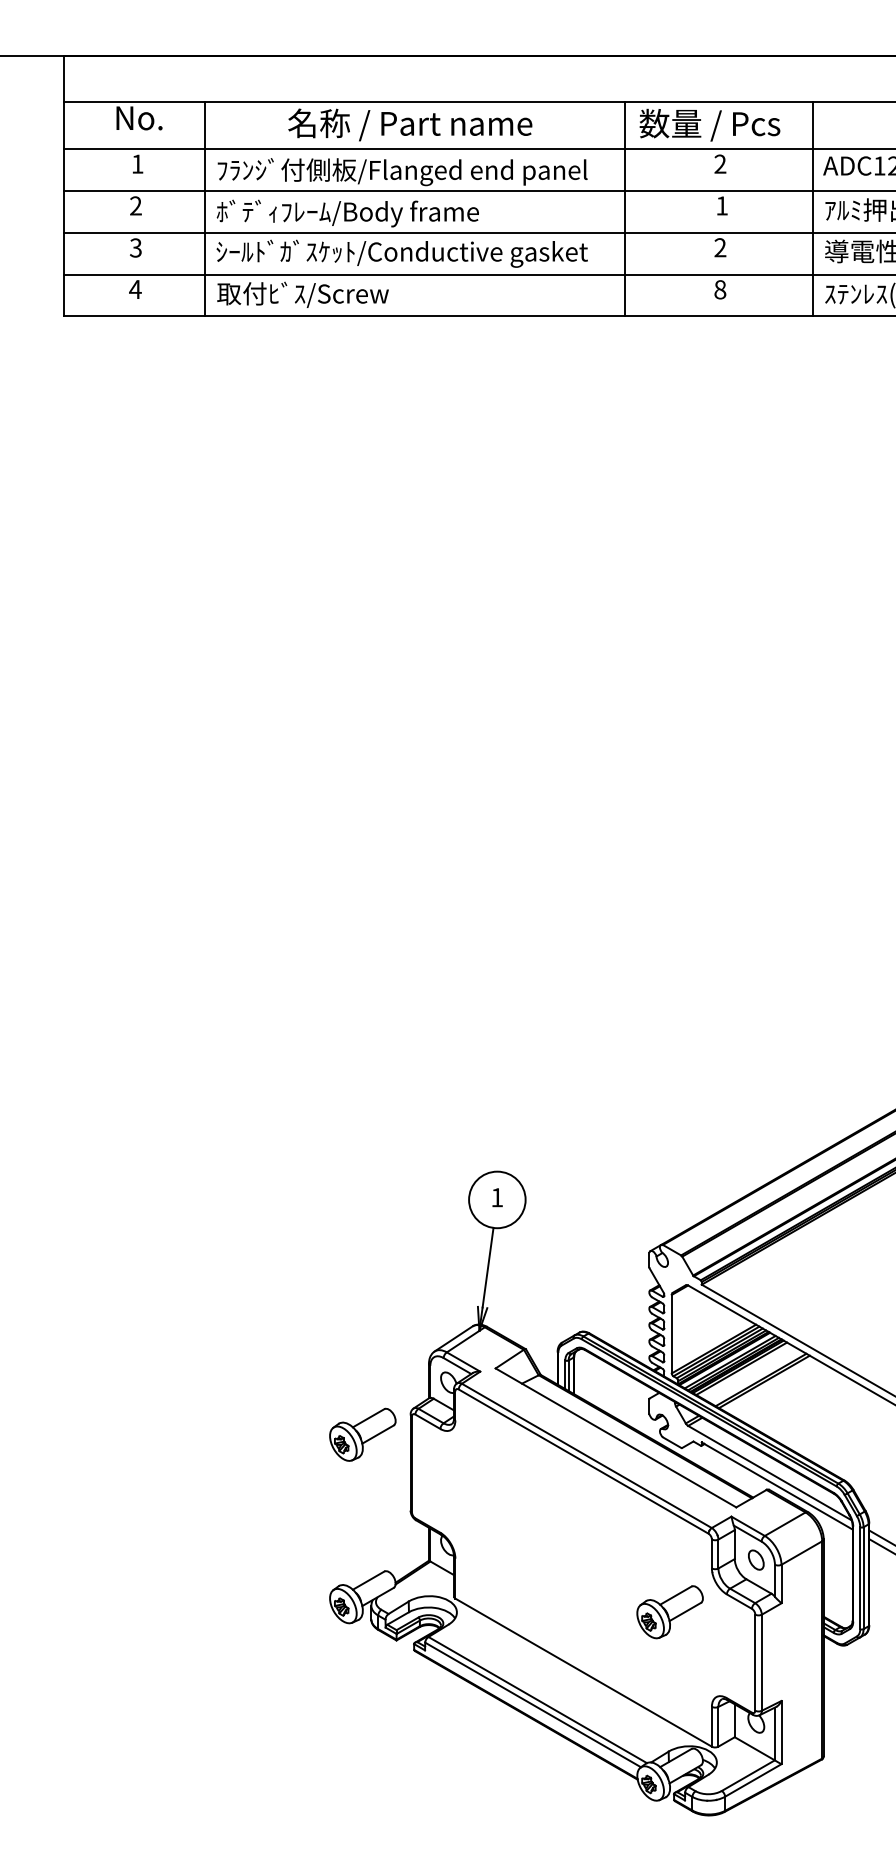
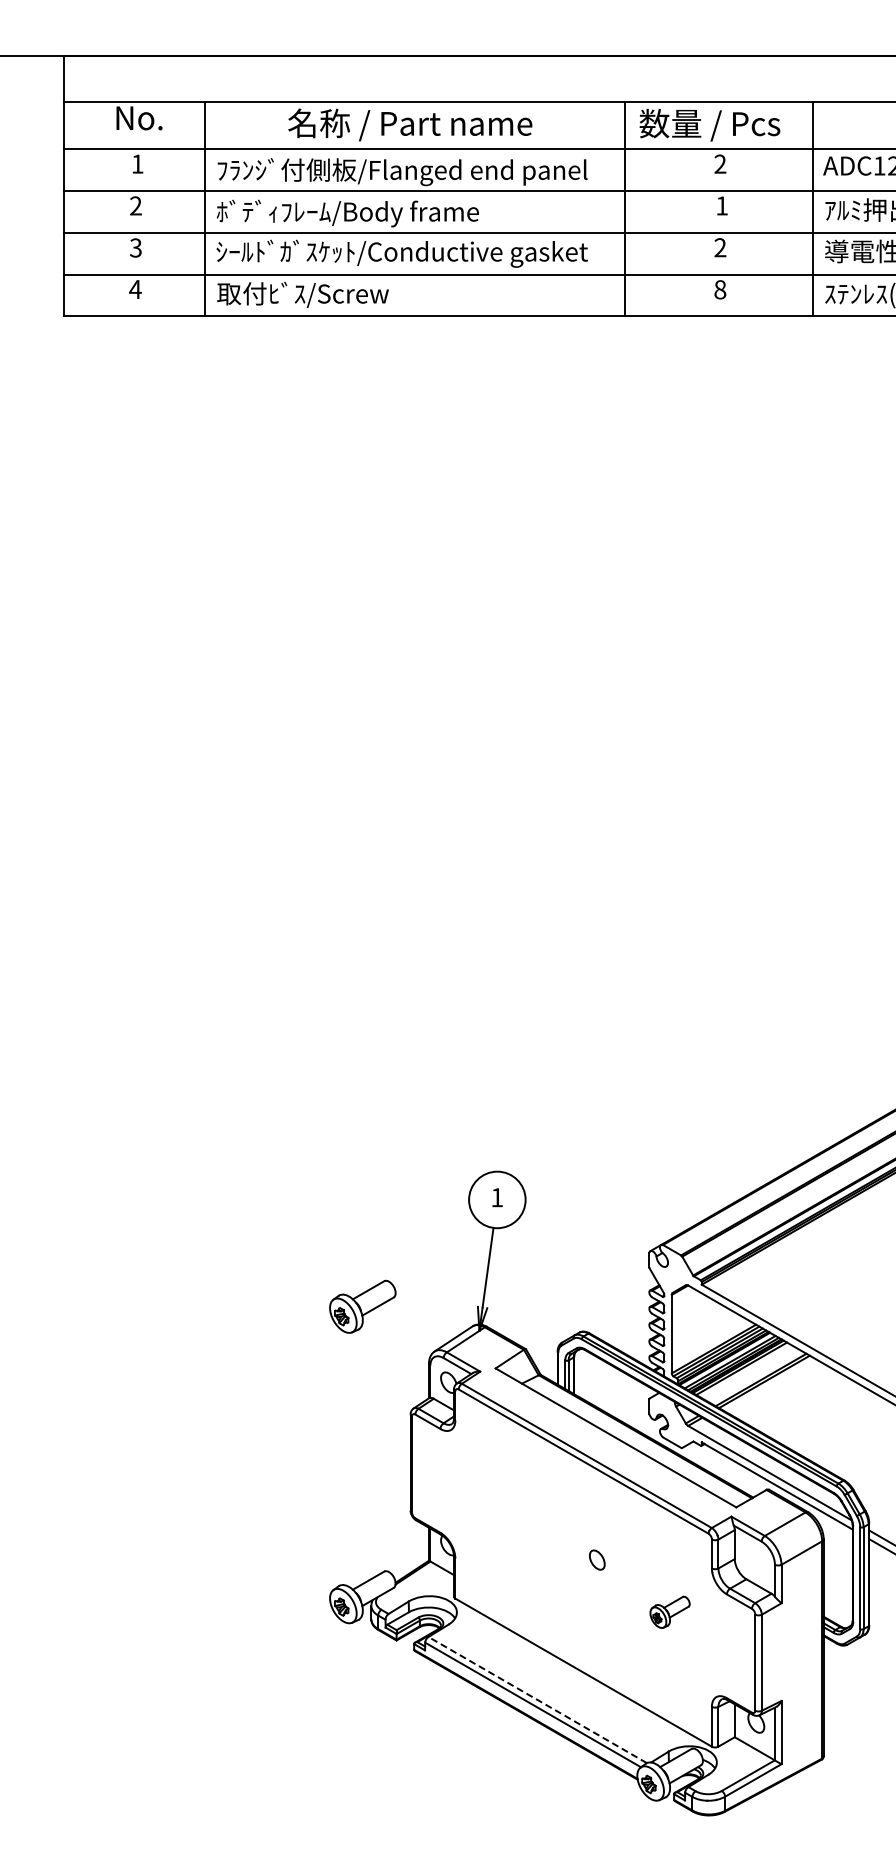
part at (362, 1434) position: (362, 1434) -> (362, 1306)
part at (756, 1559) position: (756, 1559) -> (597, 1559)
part at (669, 1612) size: 68x55 px -> 42x34 px
line at (537, 1699): solid -> dashed
